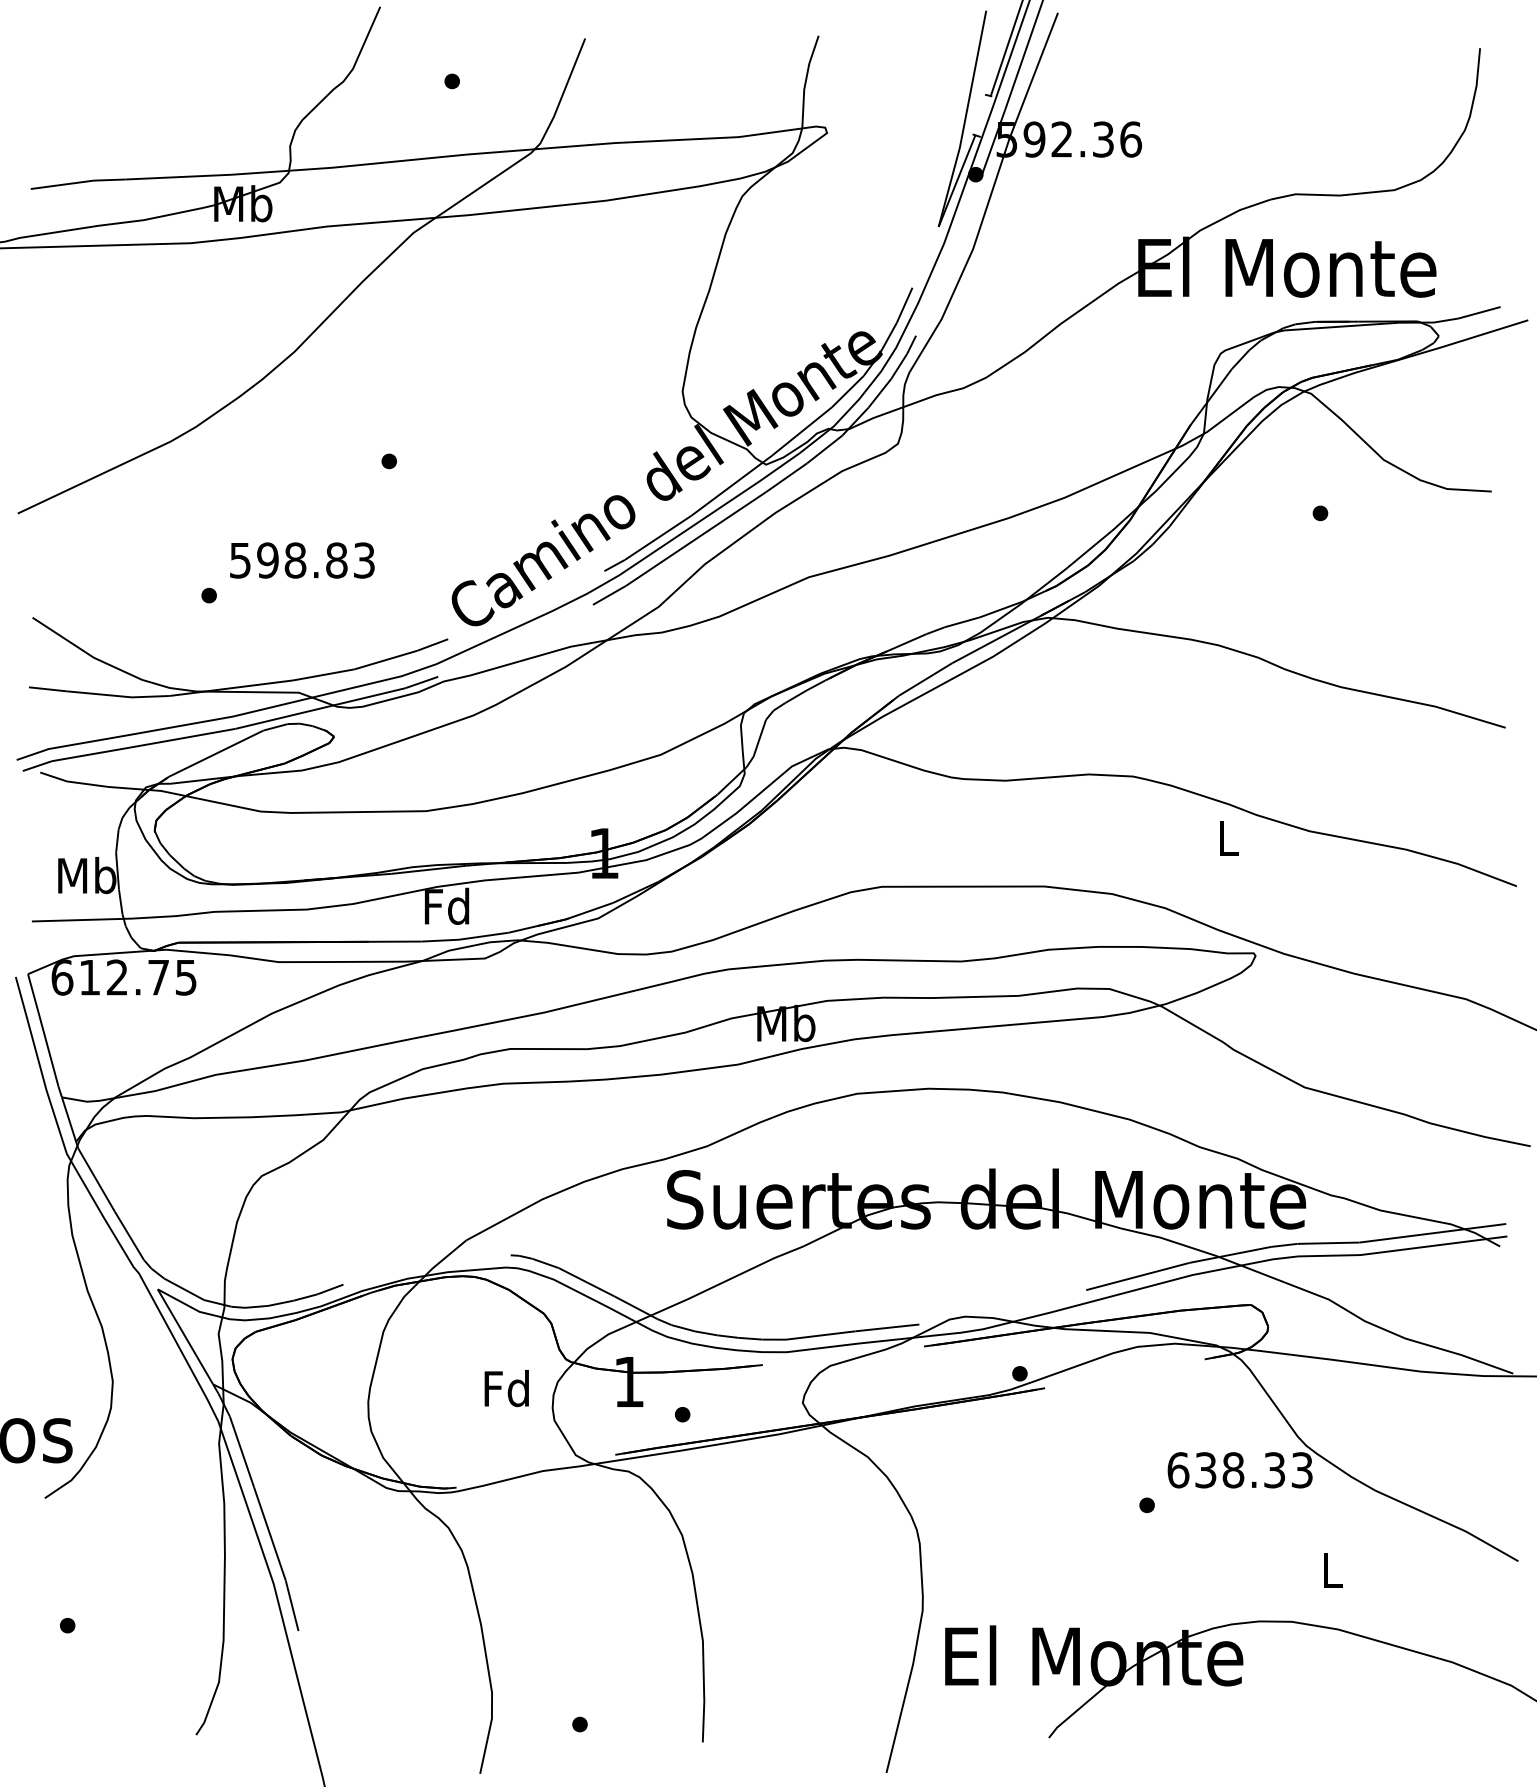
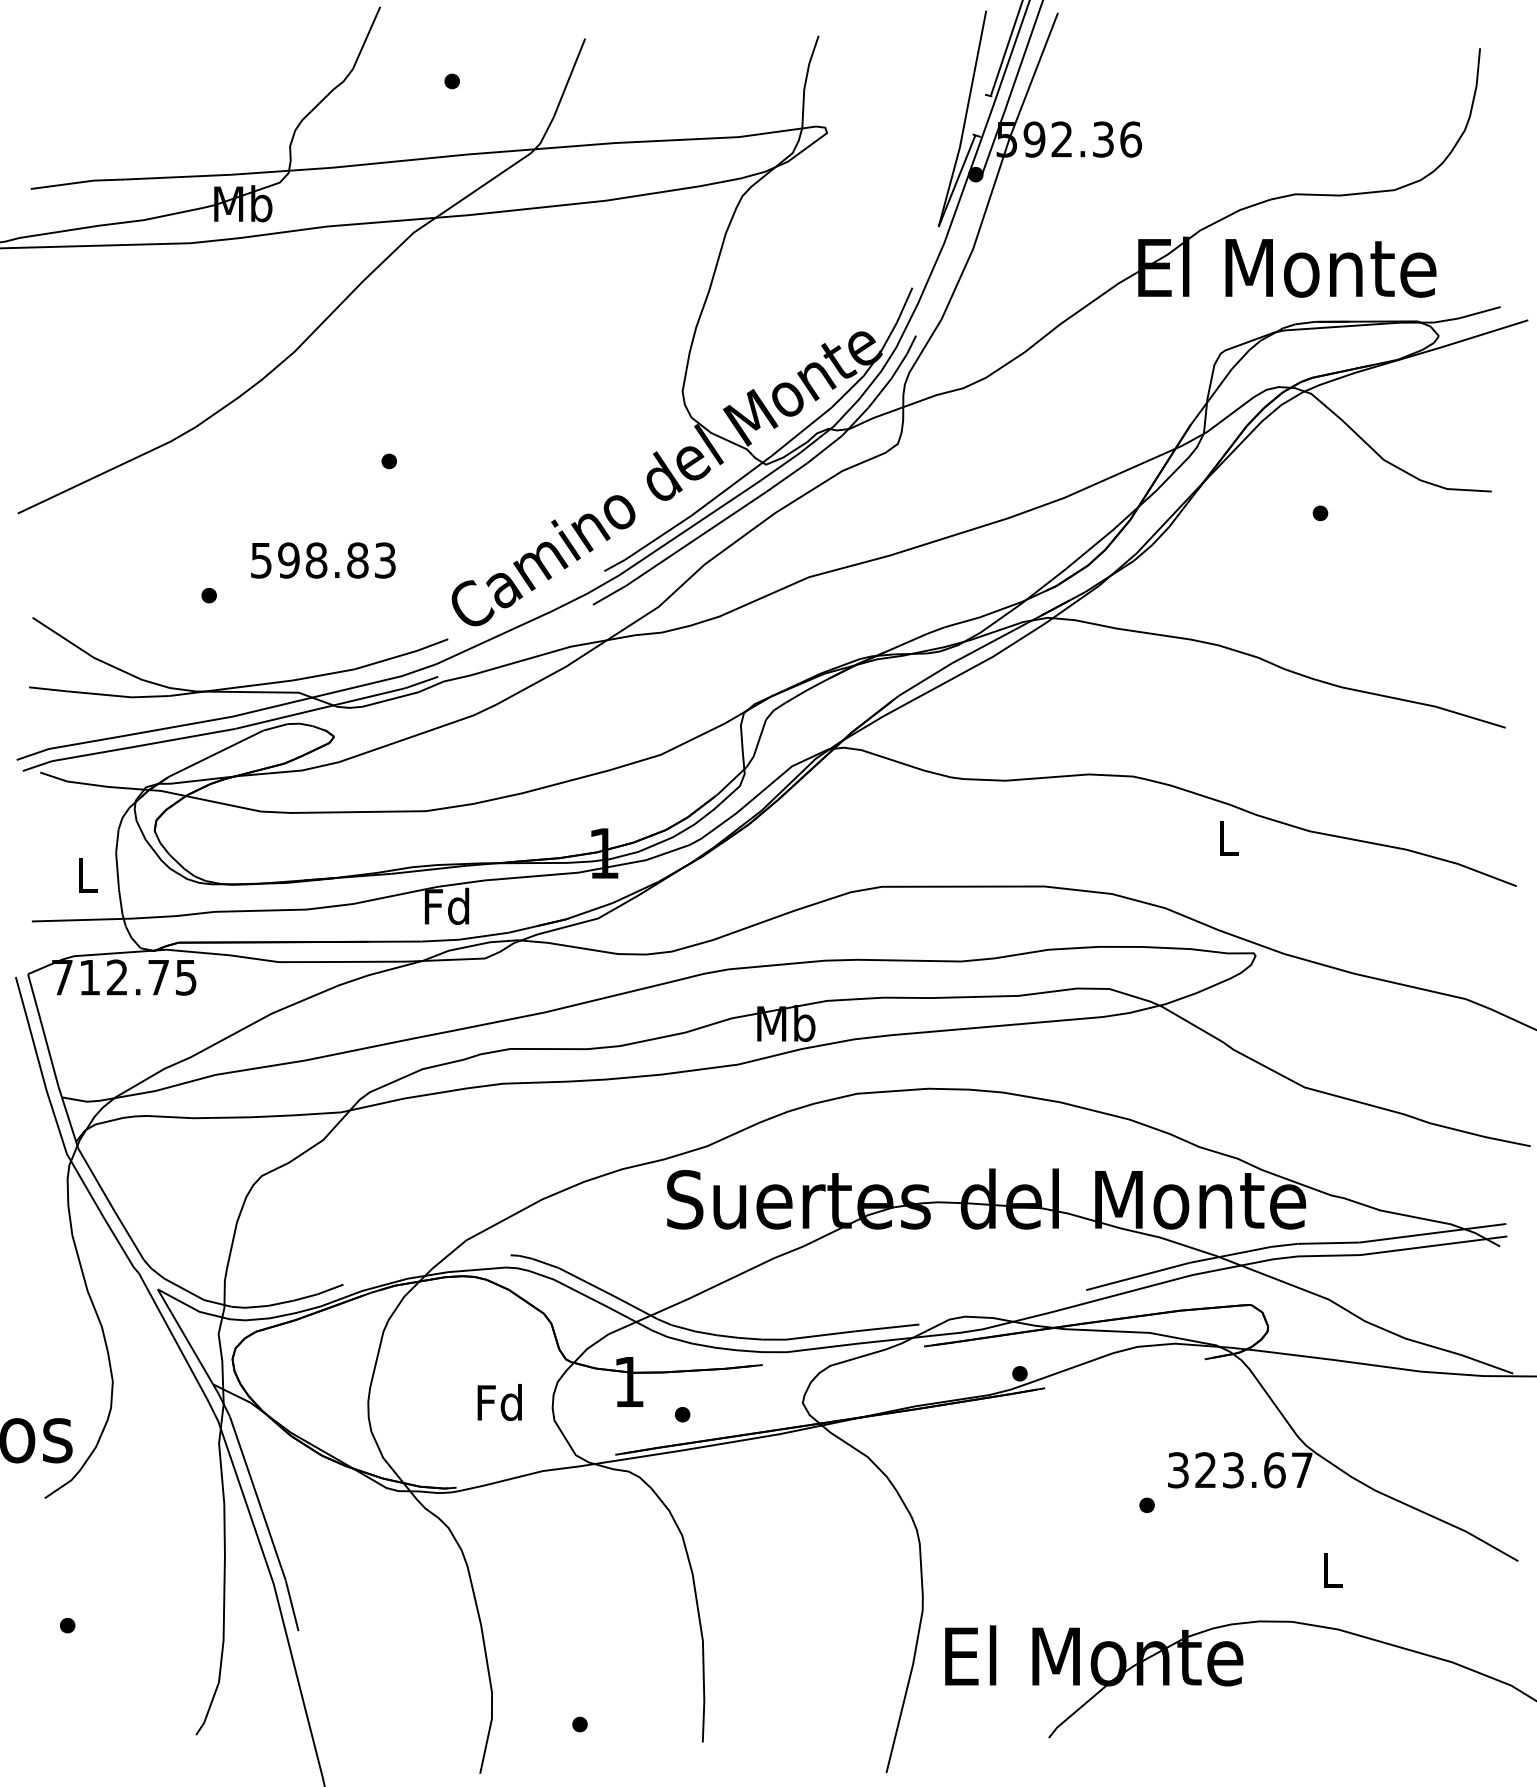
text at (302, 560) position: (302, 560) -> (323, 560)
text at (87, 875): Mb -> L
text at (62, 977): 612.75 -> 712.75
text at (506, 1388) position: (506, 1388) -> (499, 1402)
text at (1239, 1470): 638.33 -> 323.67
